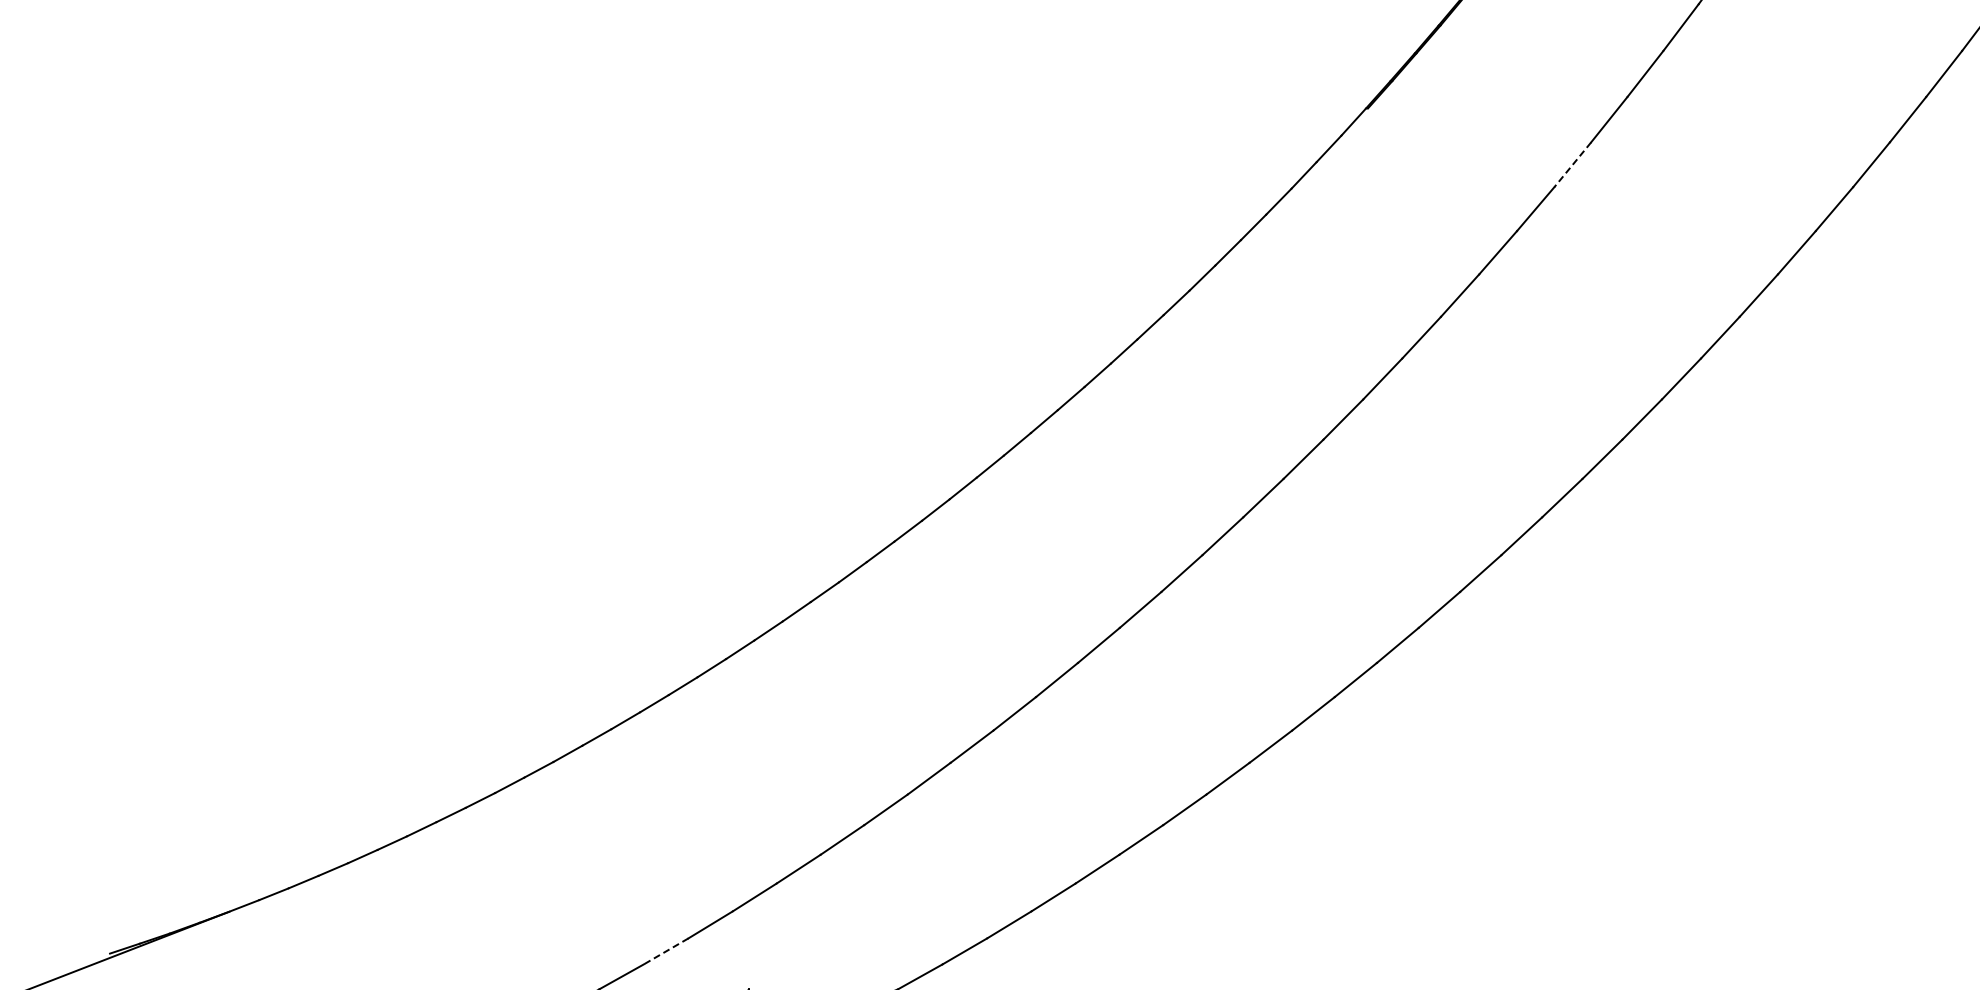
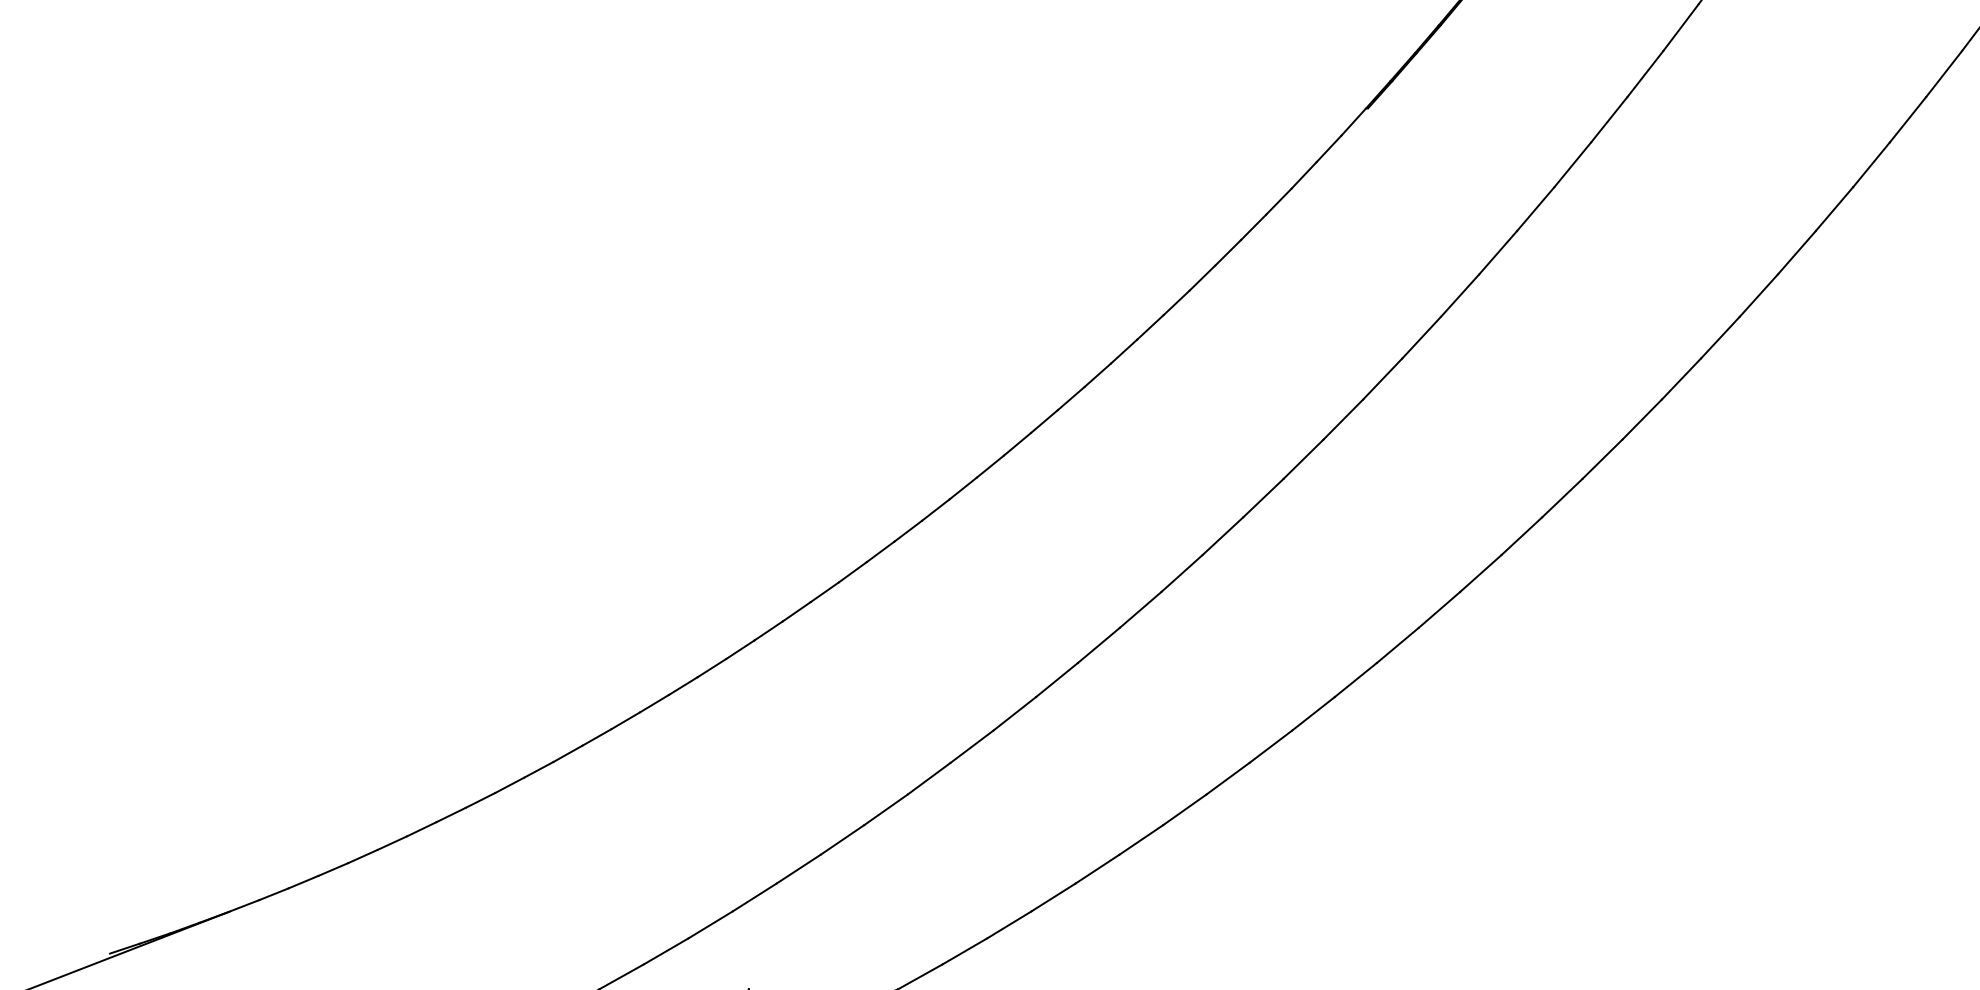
line at (1572, 164): dashed -> solid
line at (666, 951): dashed -> solid
